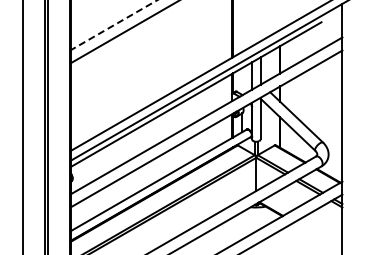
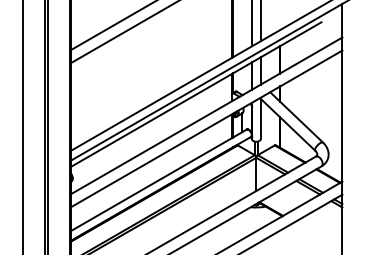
line at (260, 21): none -> present
line at (252, 24): none -> present
line at (114, 25): dashed -> solid
